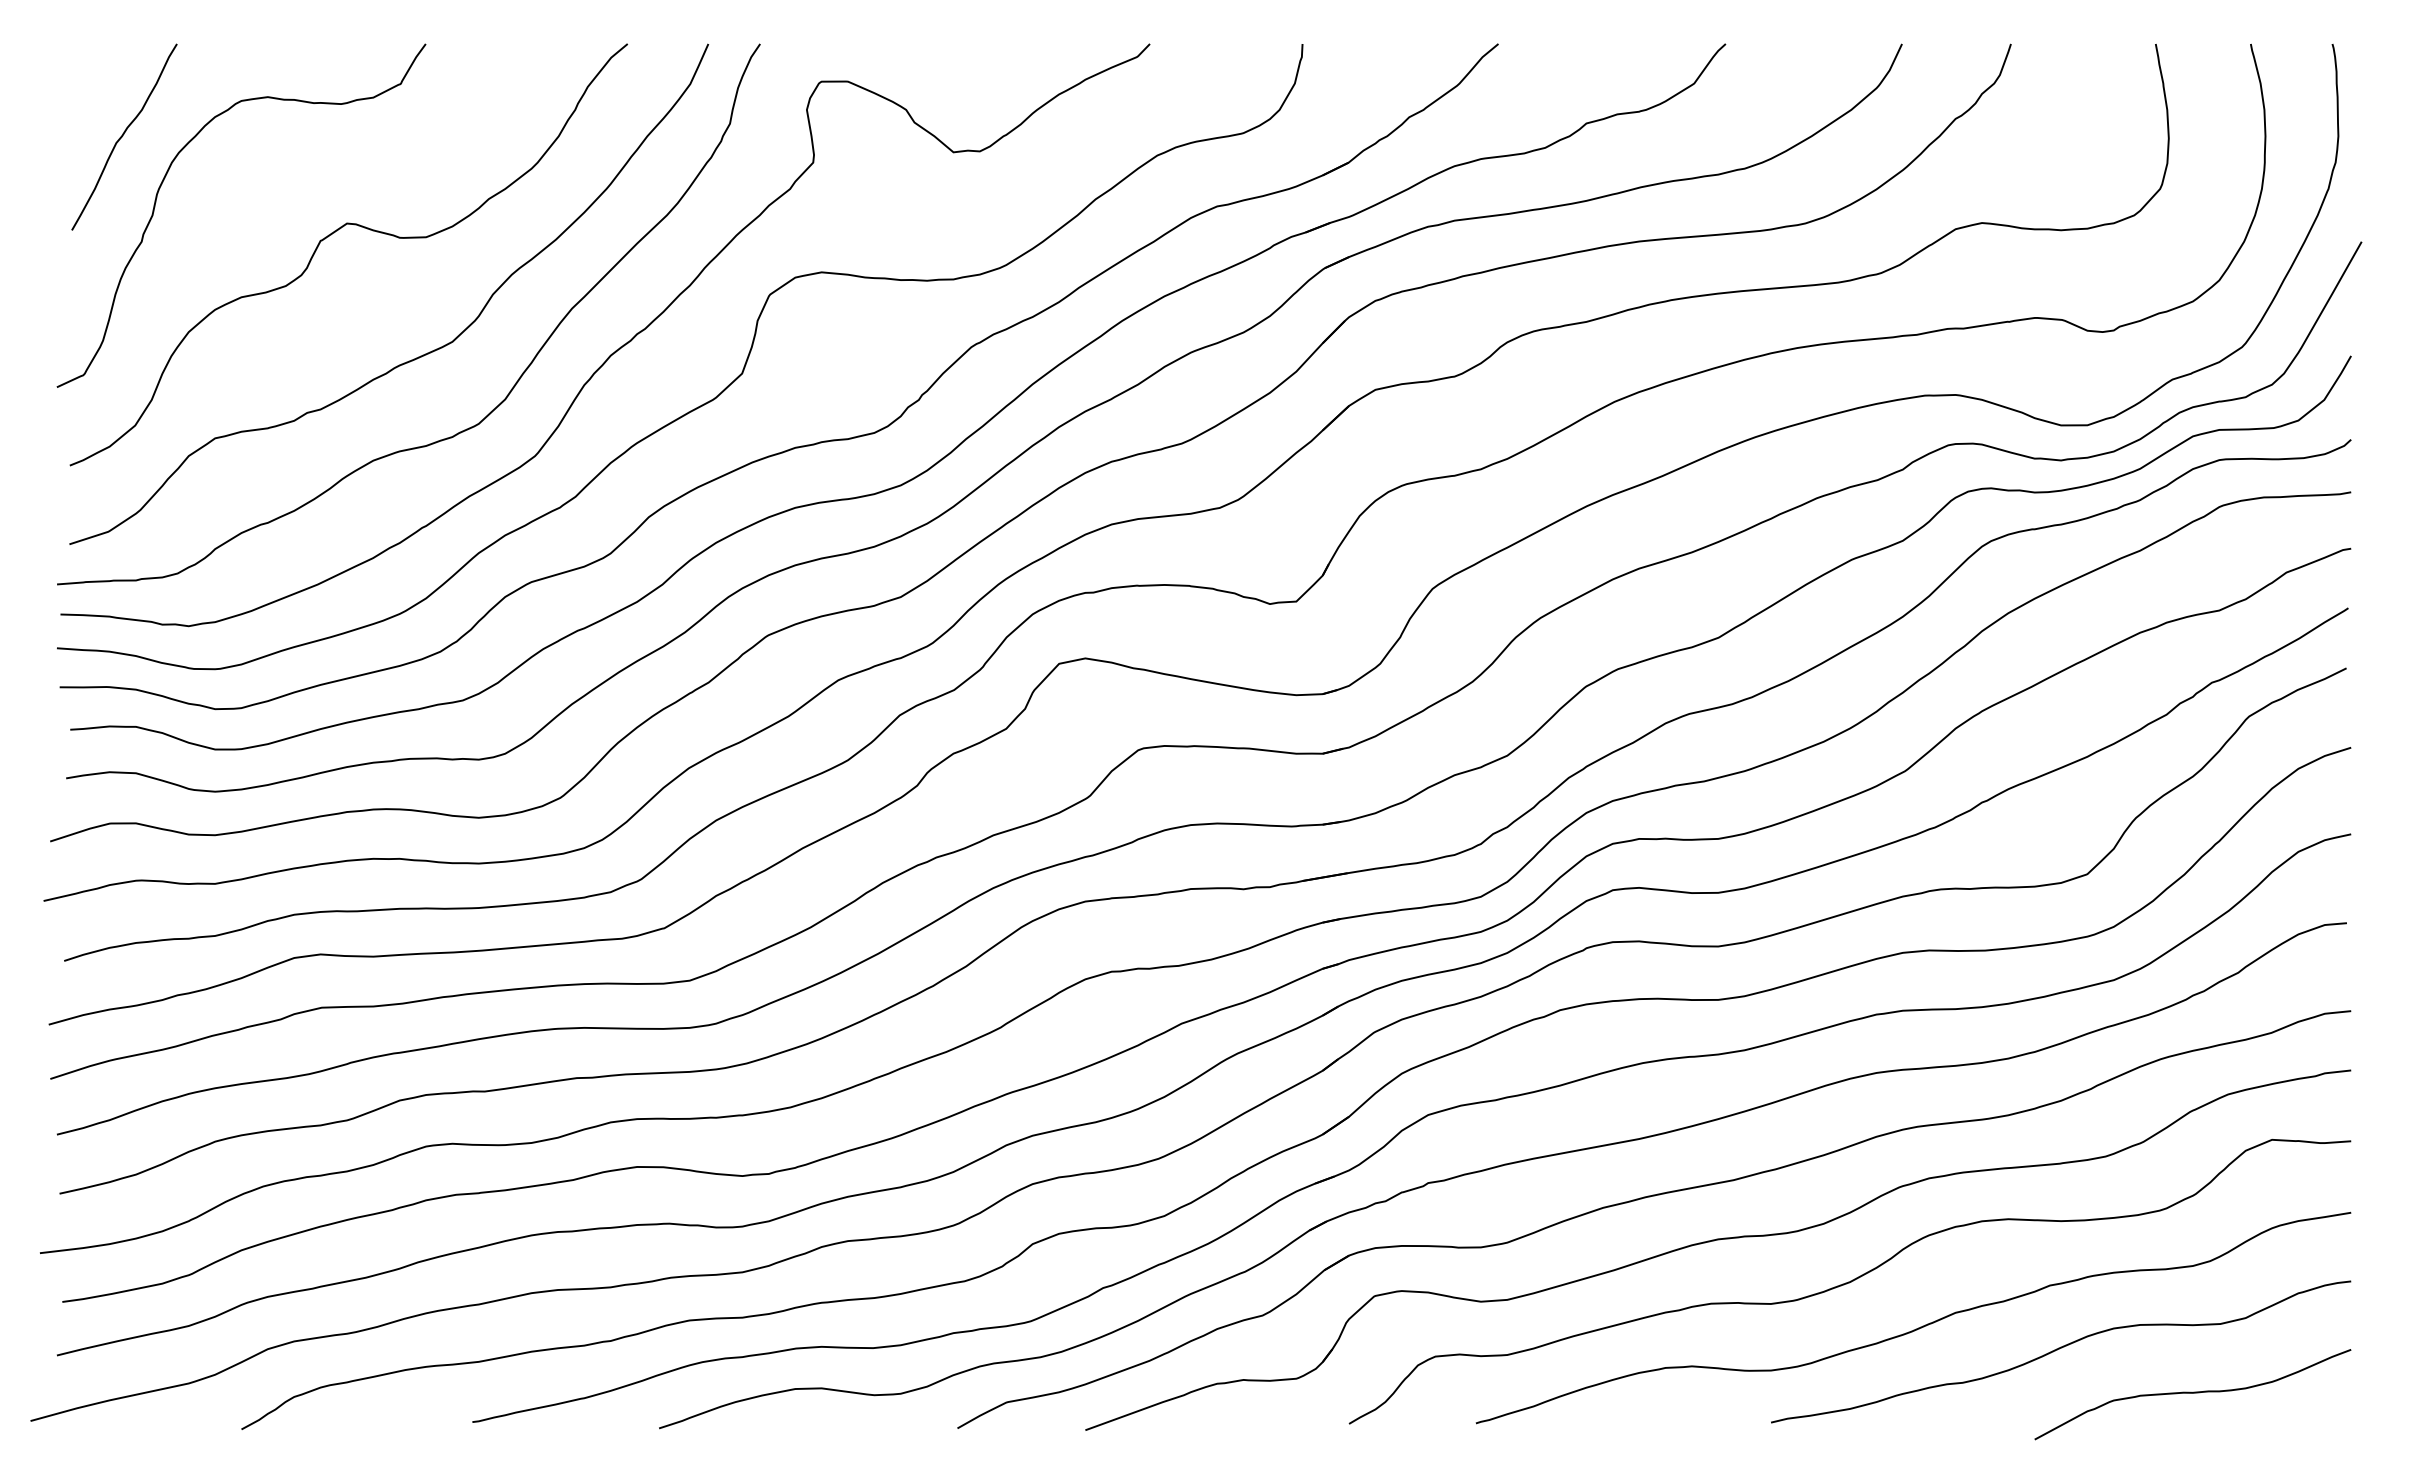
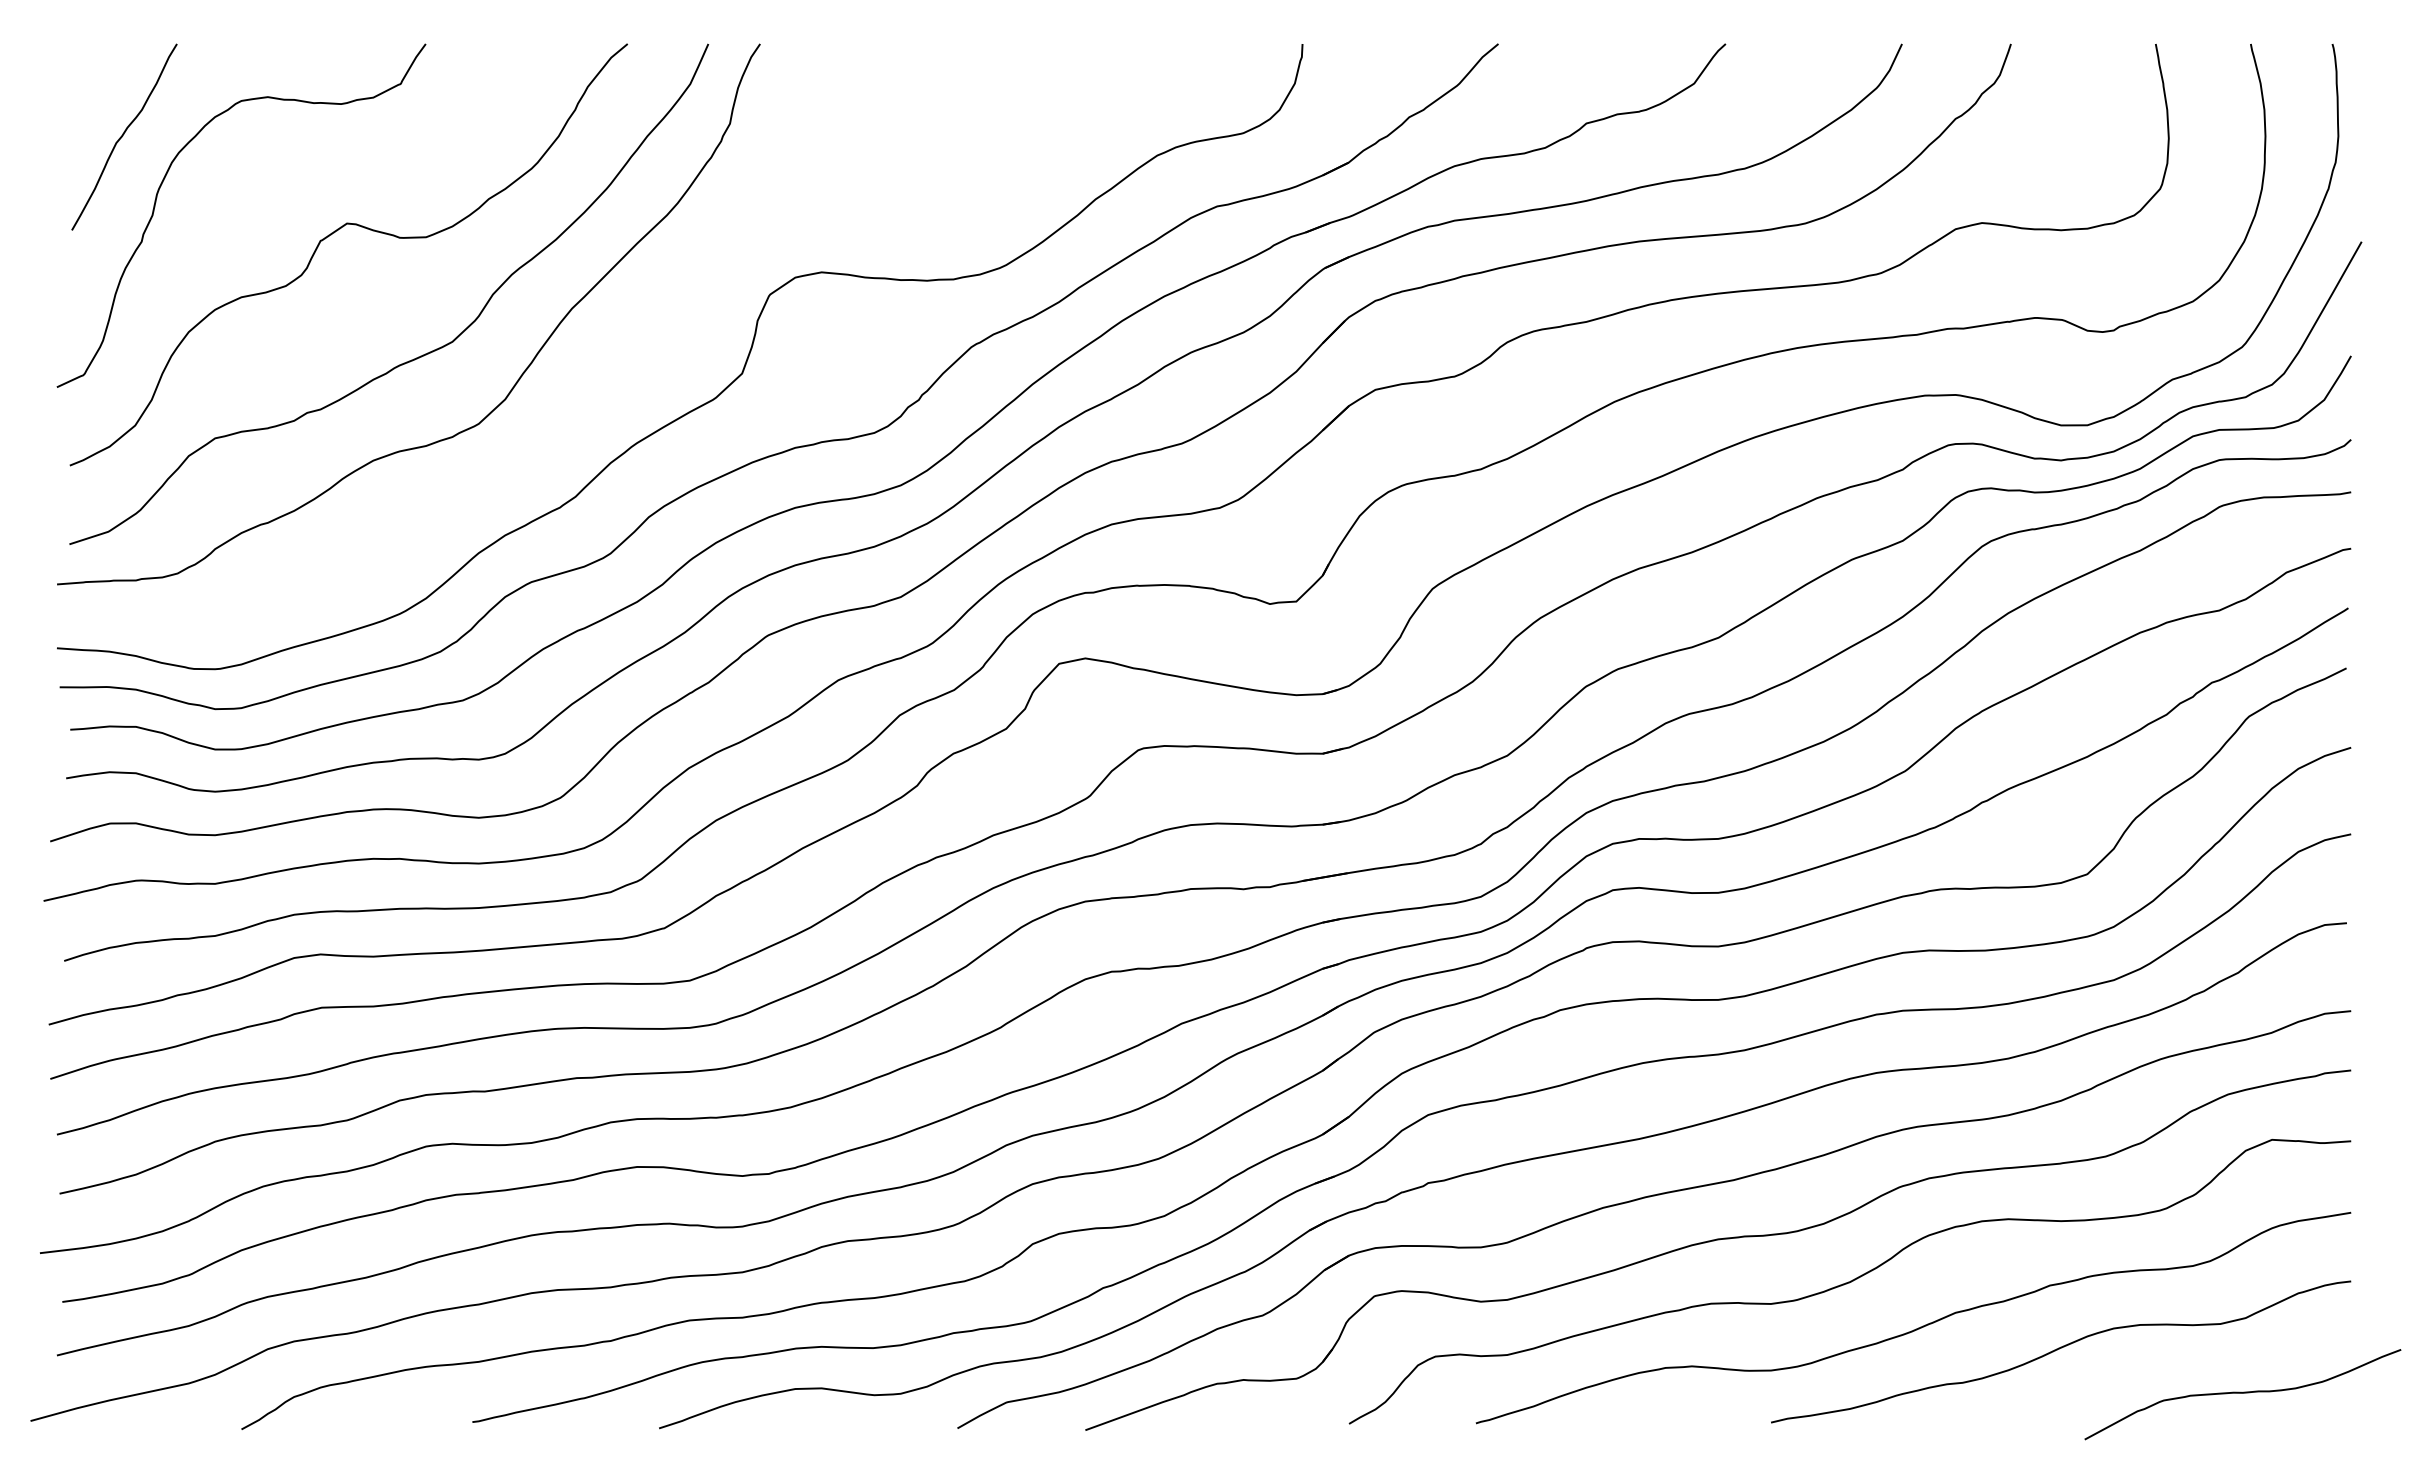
curve at (616, 349): present -> none
curve at (2192, 1393) position: (2192, 1393) -> (2242, 1393)
